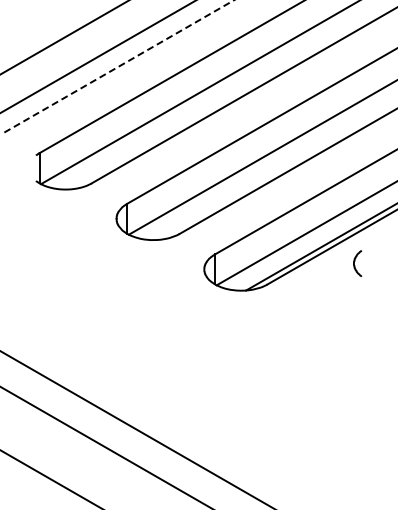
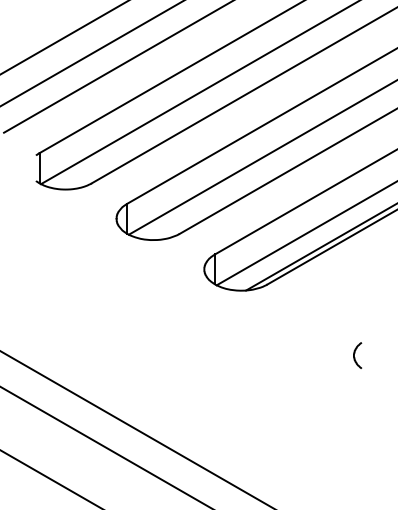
line at (97, 57) position: (97, 57) -> (91, 53)
line at (119, 66): dashed -> solid
curve at (355, 261) position: (355, 261) -> (355, 353)
